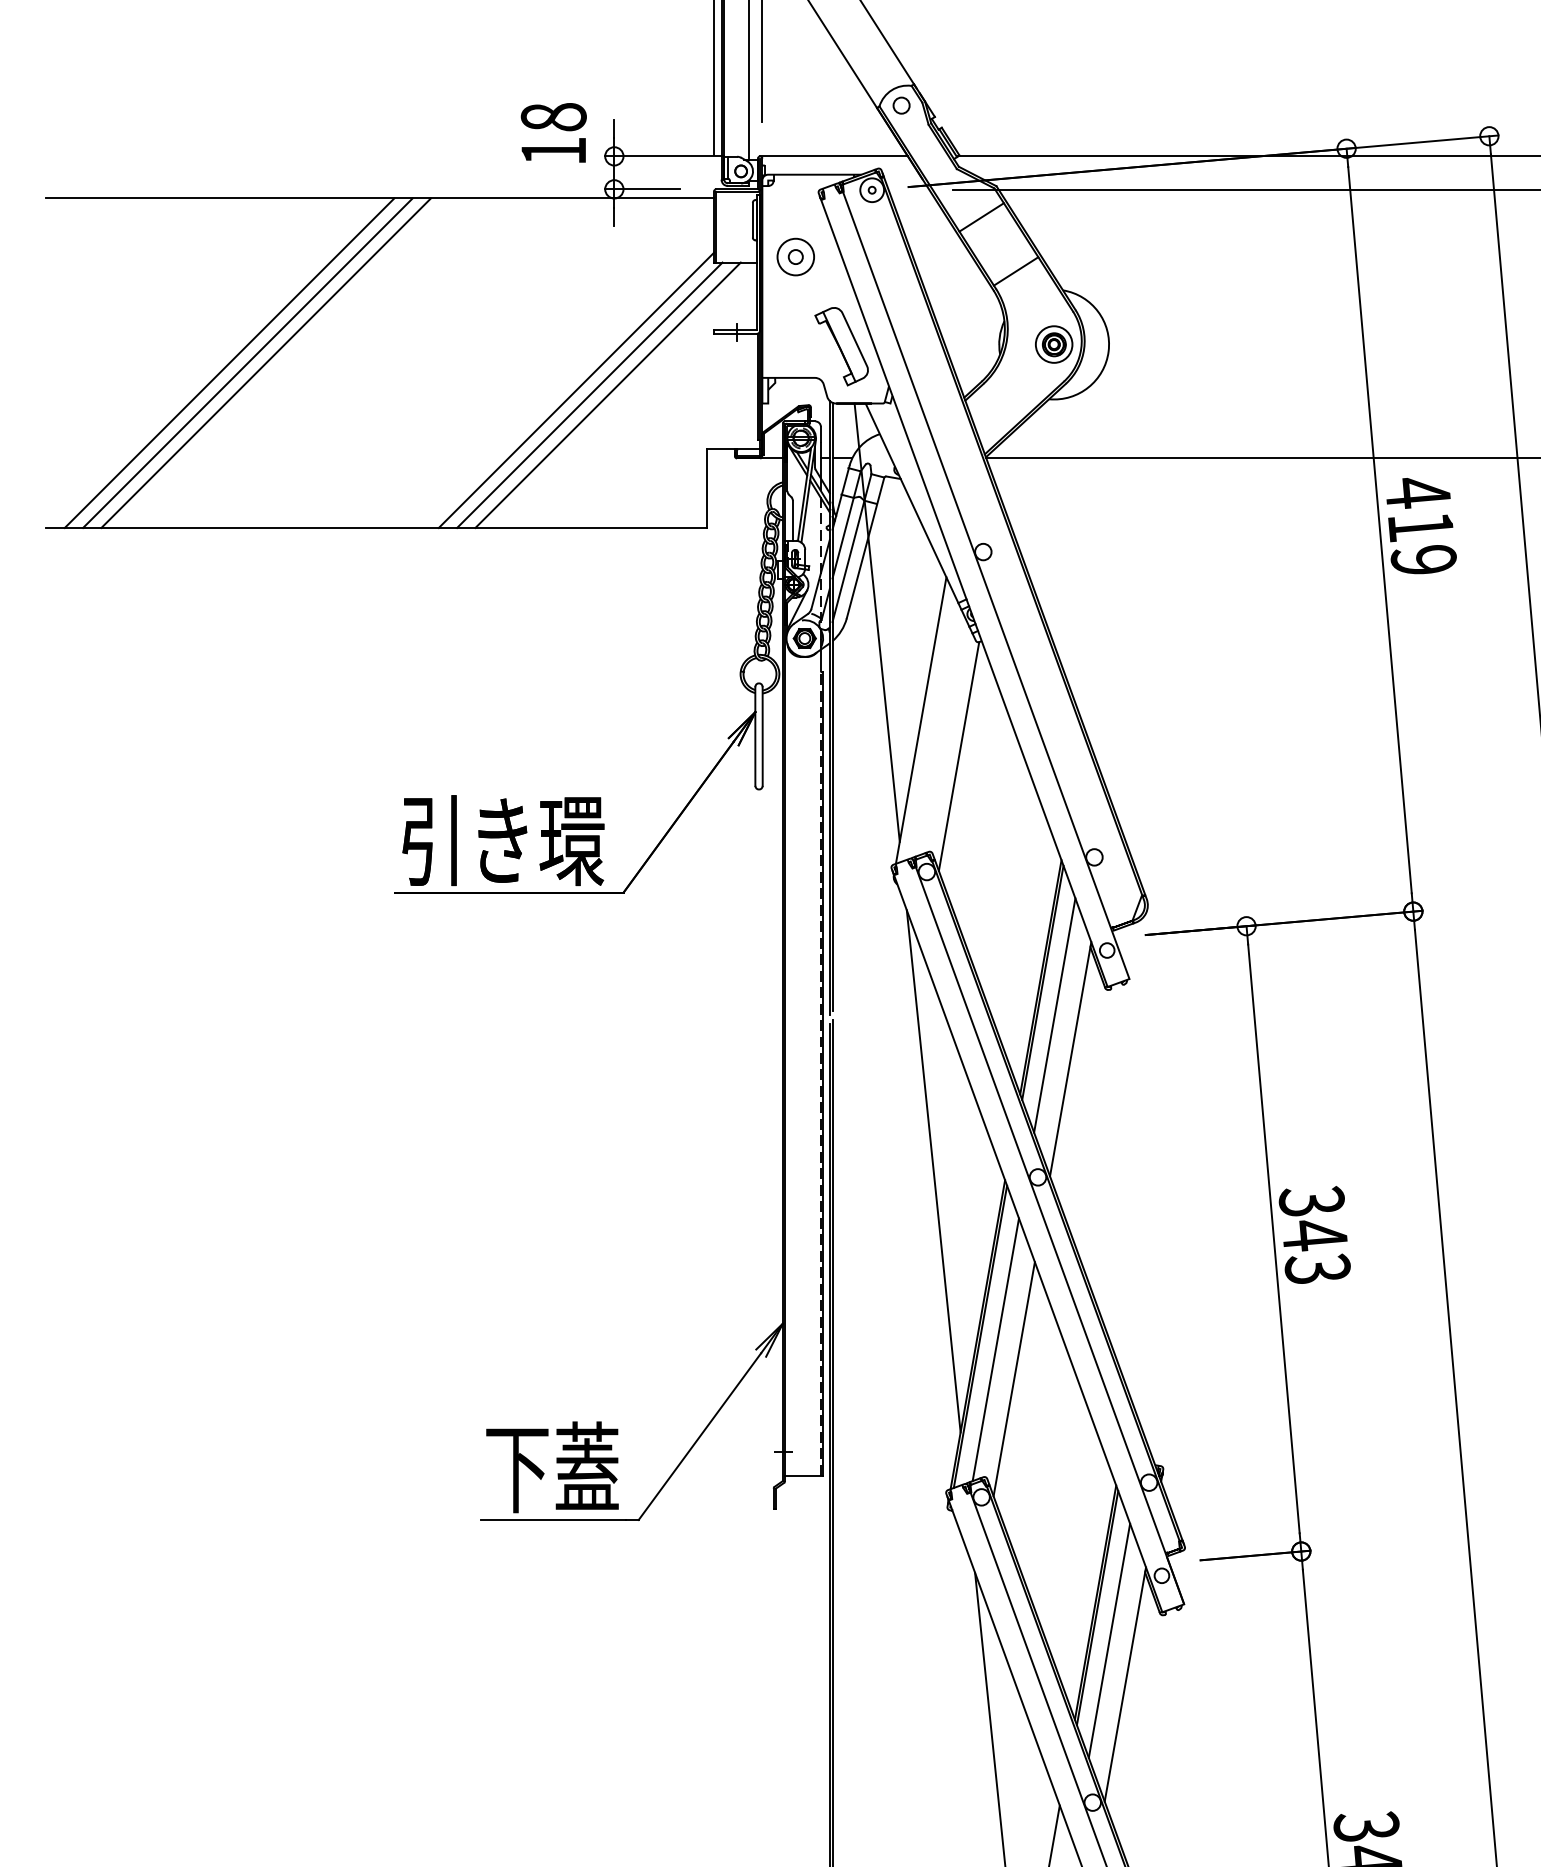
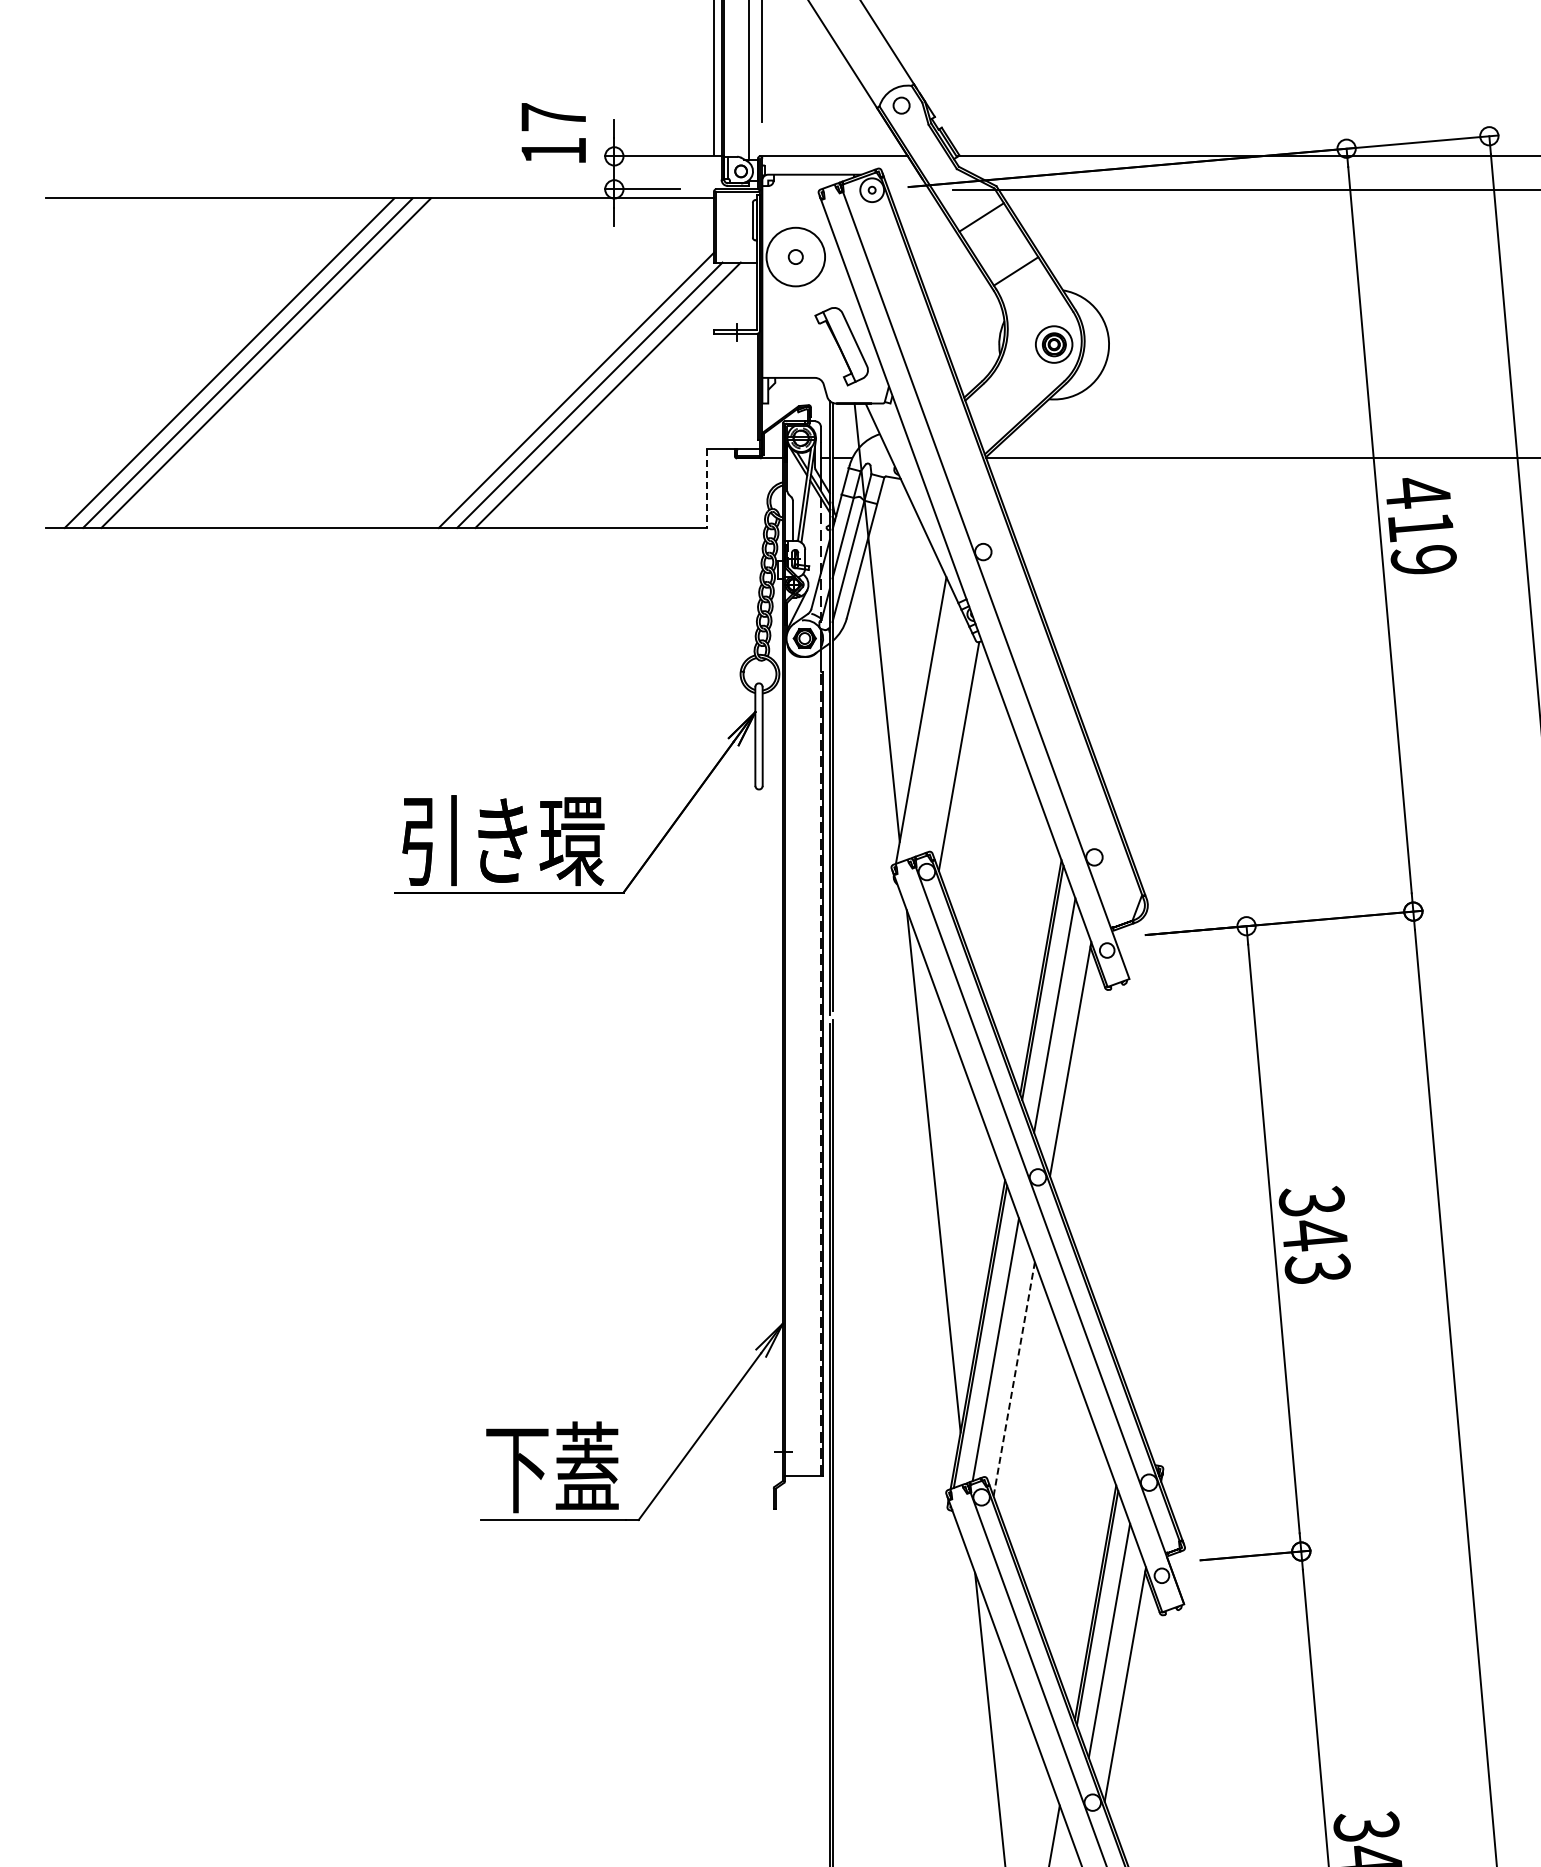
text at (553, 117): 18 -> 17
circle at (795, 256) diameter: 37 px -> 59 px
line at (707, 489): solid -> dashed
line at (1014, 1379): solid -> dashed
